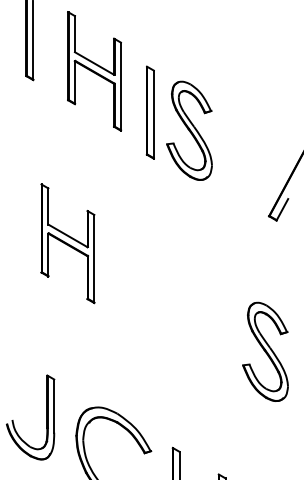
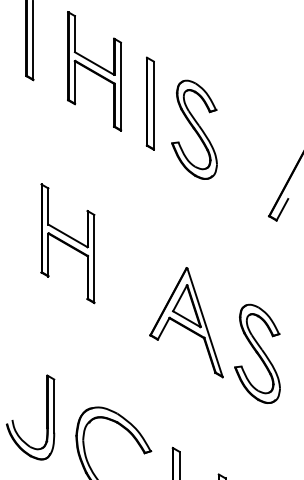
part at (149, 112) position: (149, 112) -> (149, 103)
part at (189, 130) position: (189, 130) -> (194, 129)
part at (186, 322): none -> present
part at (265, 351) position: (265, 351) -> (257, 353)
